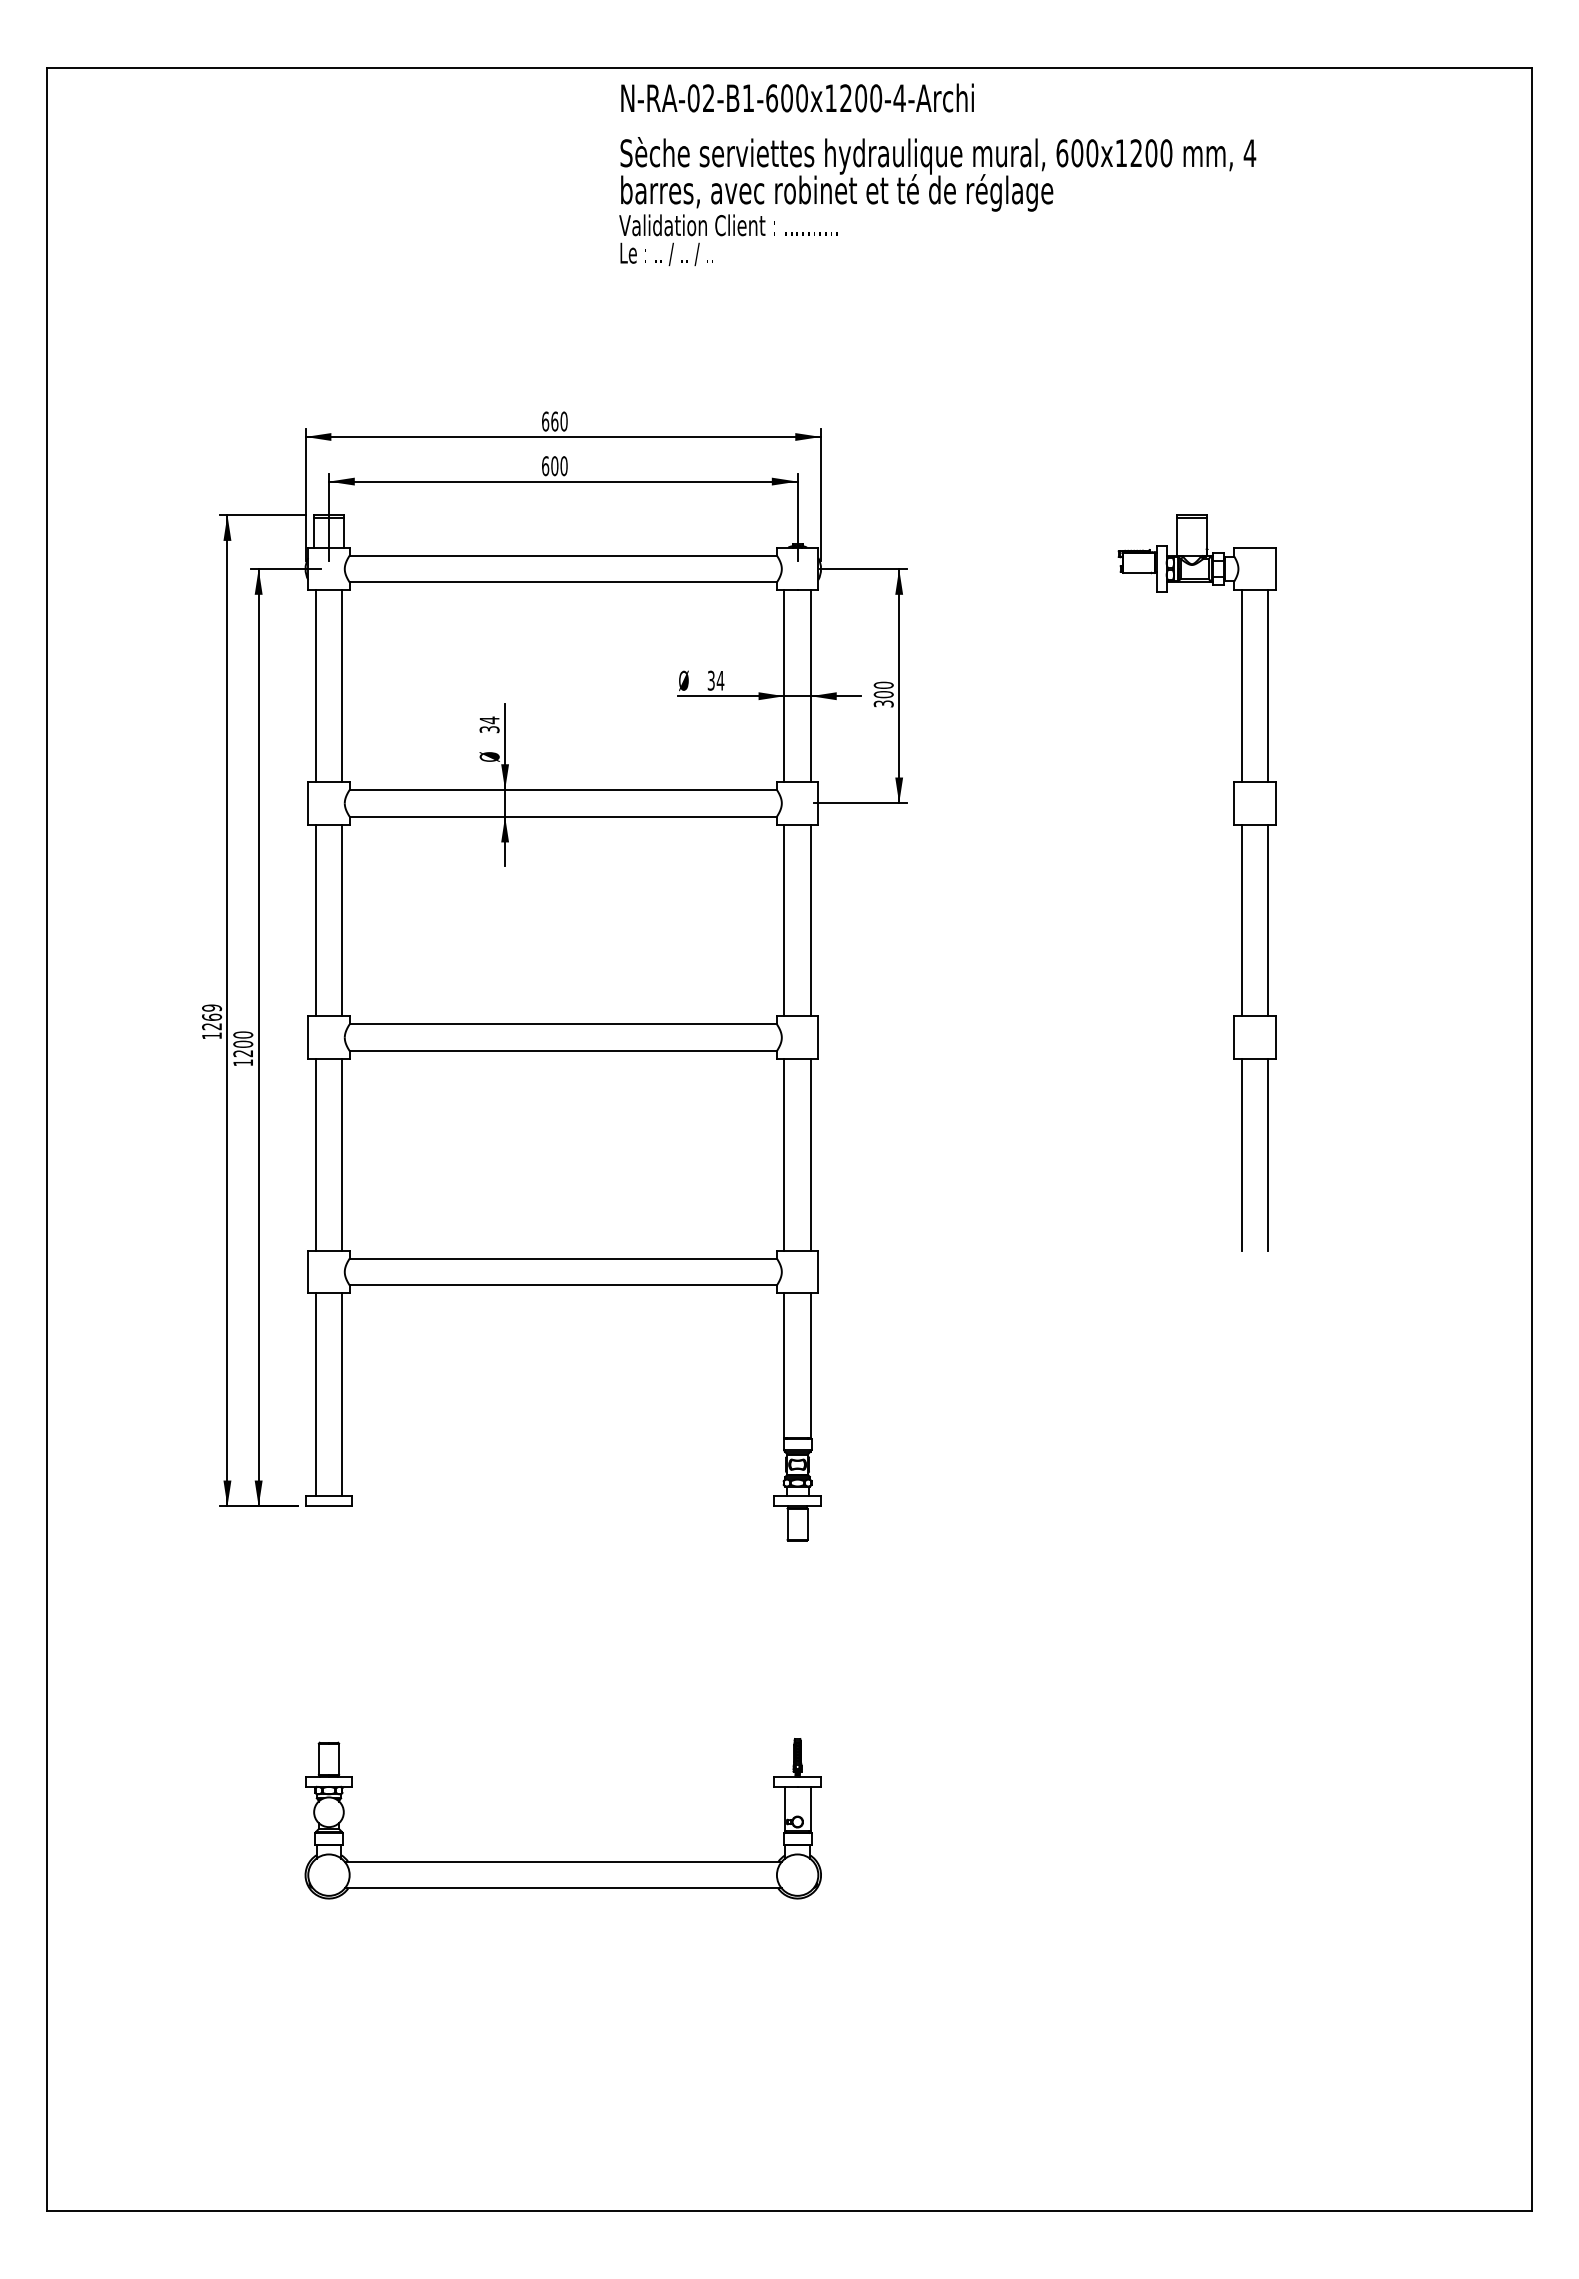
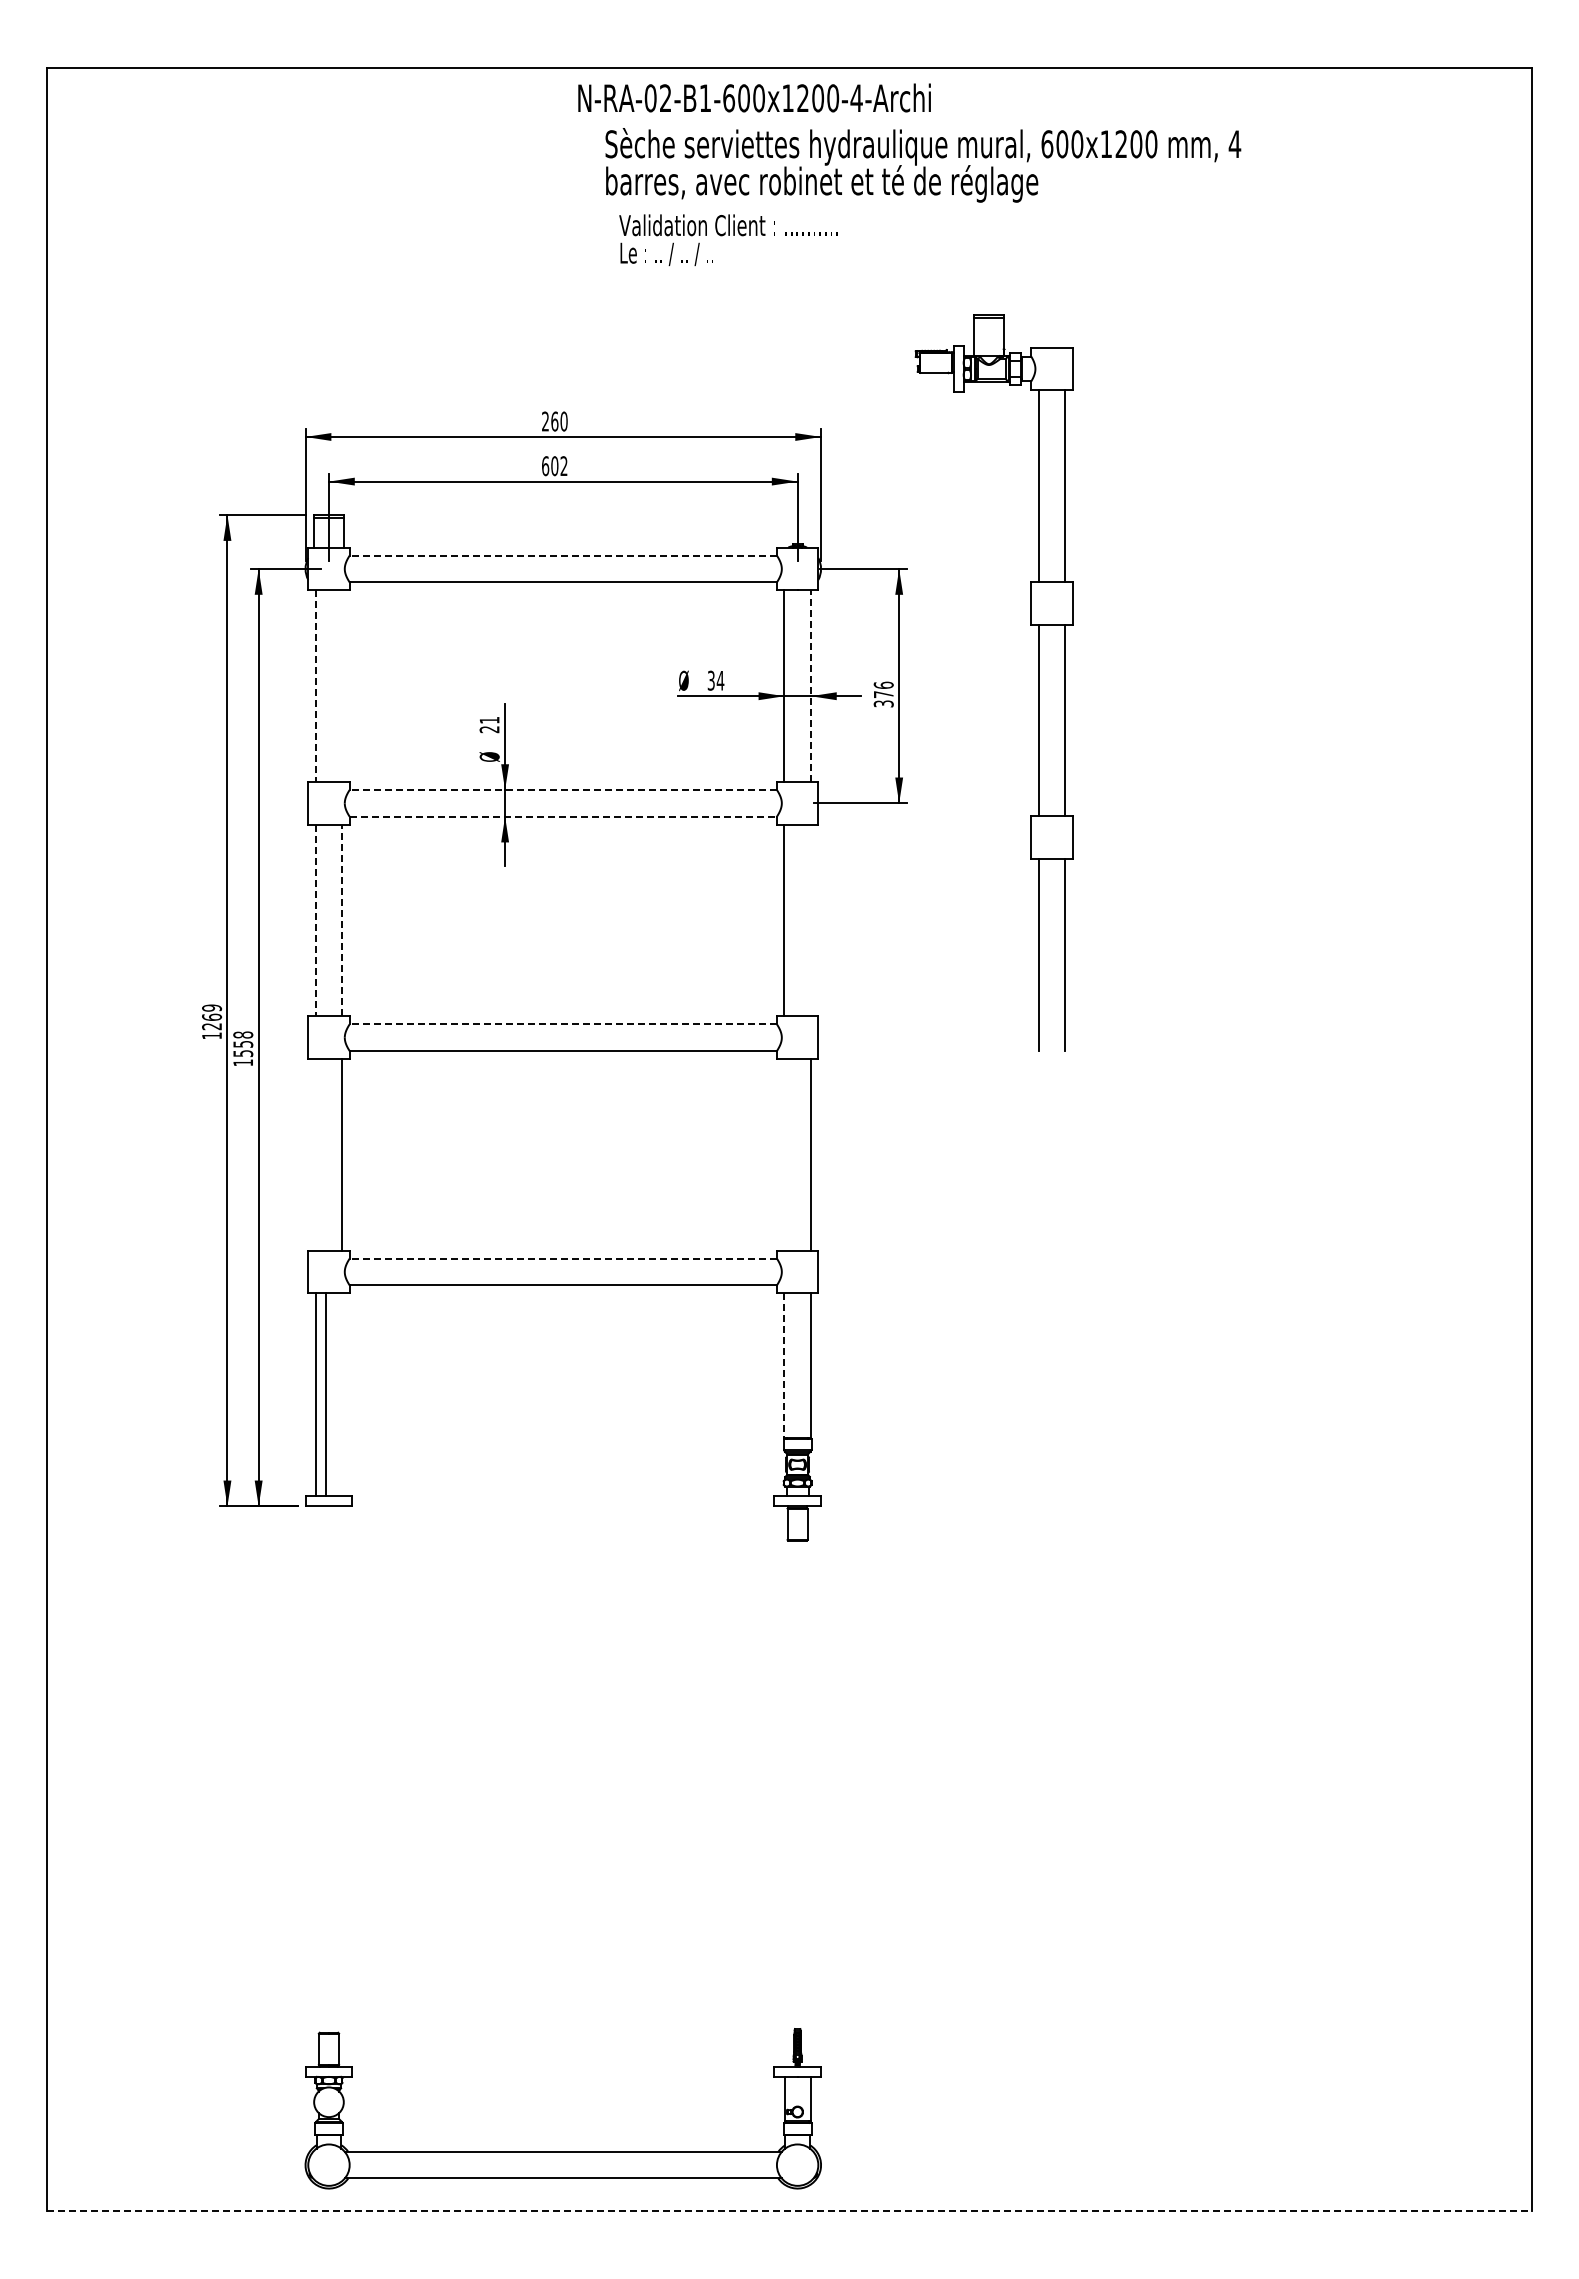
text at (797, 97) position: (797, 97) -> (754, 97)
text at (938, 174) position: (938, 174) -> (923, 165)
text at (545, 421): 660 -> 260
text at (563, 466): 600 -> 602
line at (563, 555): solid -> dashed
line at (342, 685): present -> none
line at (315, 686): solid -> dashed
line at (810, 686): solid -> dashed
text at (883, 689): 300 -> 376
text at (489, 724): 34 -> 21
line at (563, 790): solid -> dashed
line at (563, 816): solid -> dashed
part at (1241, 882) position: (1241, 882) -> (1038, 682)
line at (315, 920): solid -> dashed
line at (342, 920): solid -> dashed
line at (810, 920): present -> none
line at (563, 1024): solid -> dashed
text at (243, 1044): 1200 -> 1558
line at (315, 1154): present -> none
line at (784, 1154): present -> none
line at (563, 1258): solid -> dashed
line at (784, 1366): solid -> dashed
line at (342, 1394) position: (342, 1394) -> (326, 1394)
part at (562, 1861) position: (562, 1861) -> (562, 2151)
line at (789, 2210): solid -> dashed
